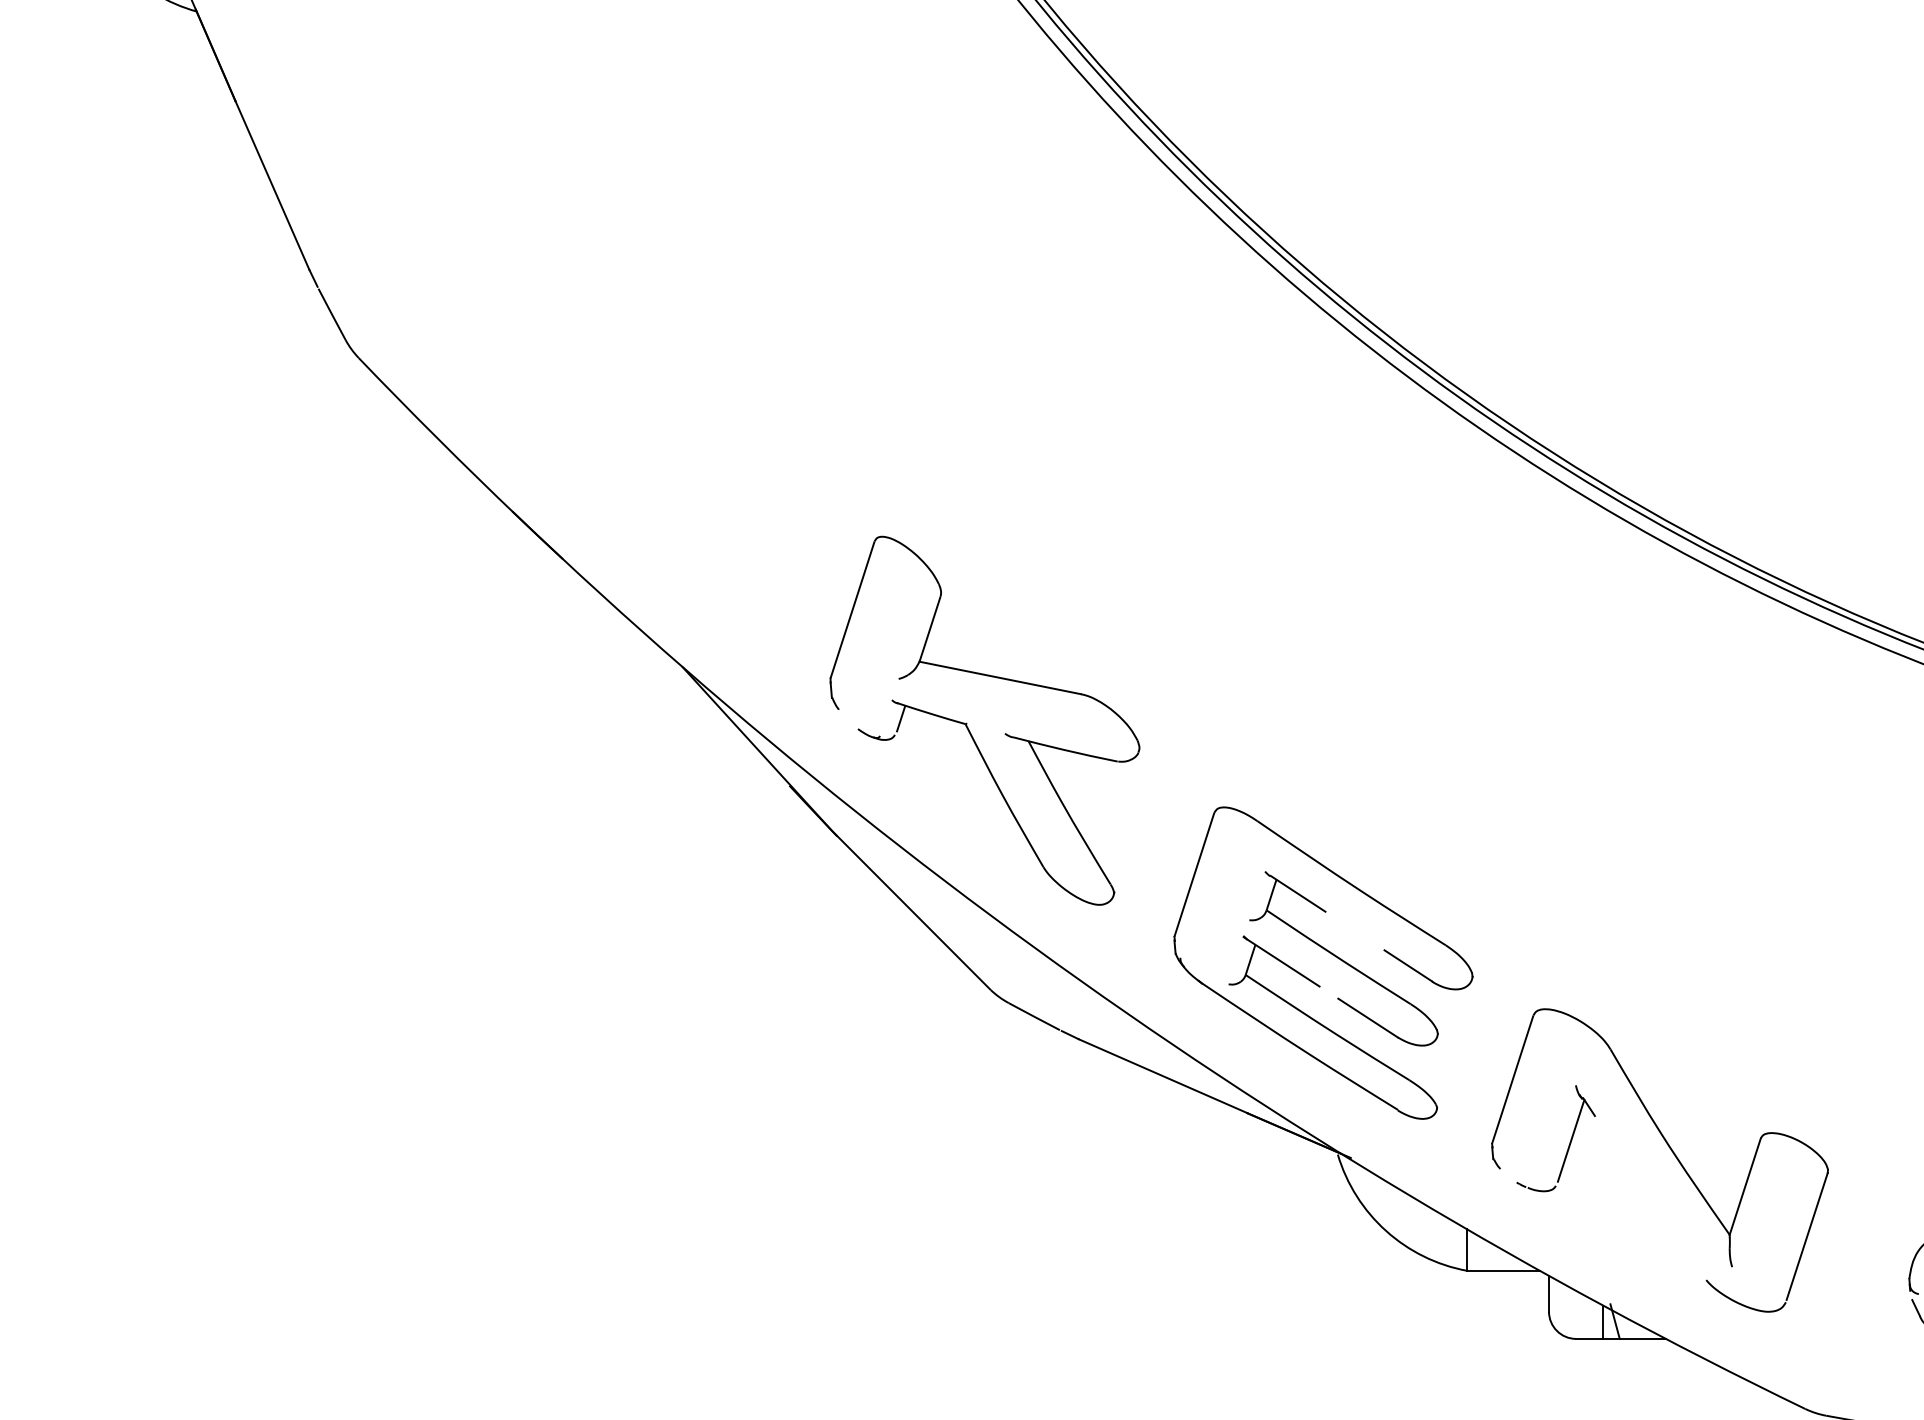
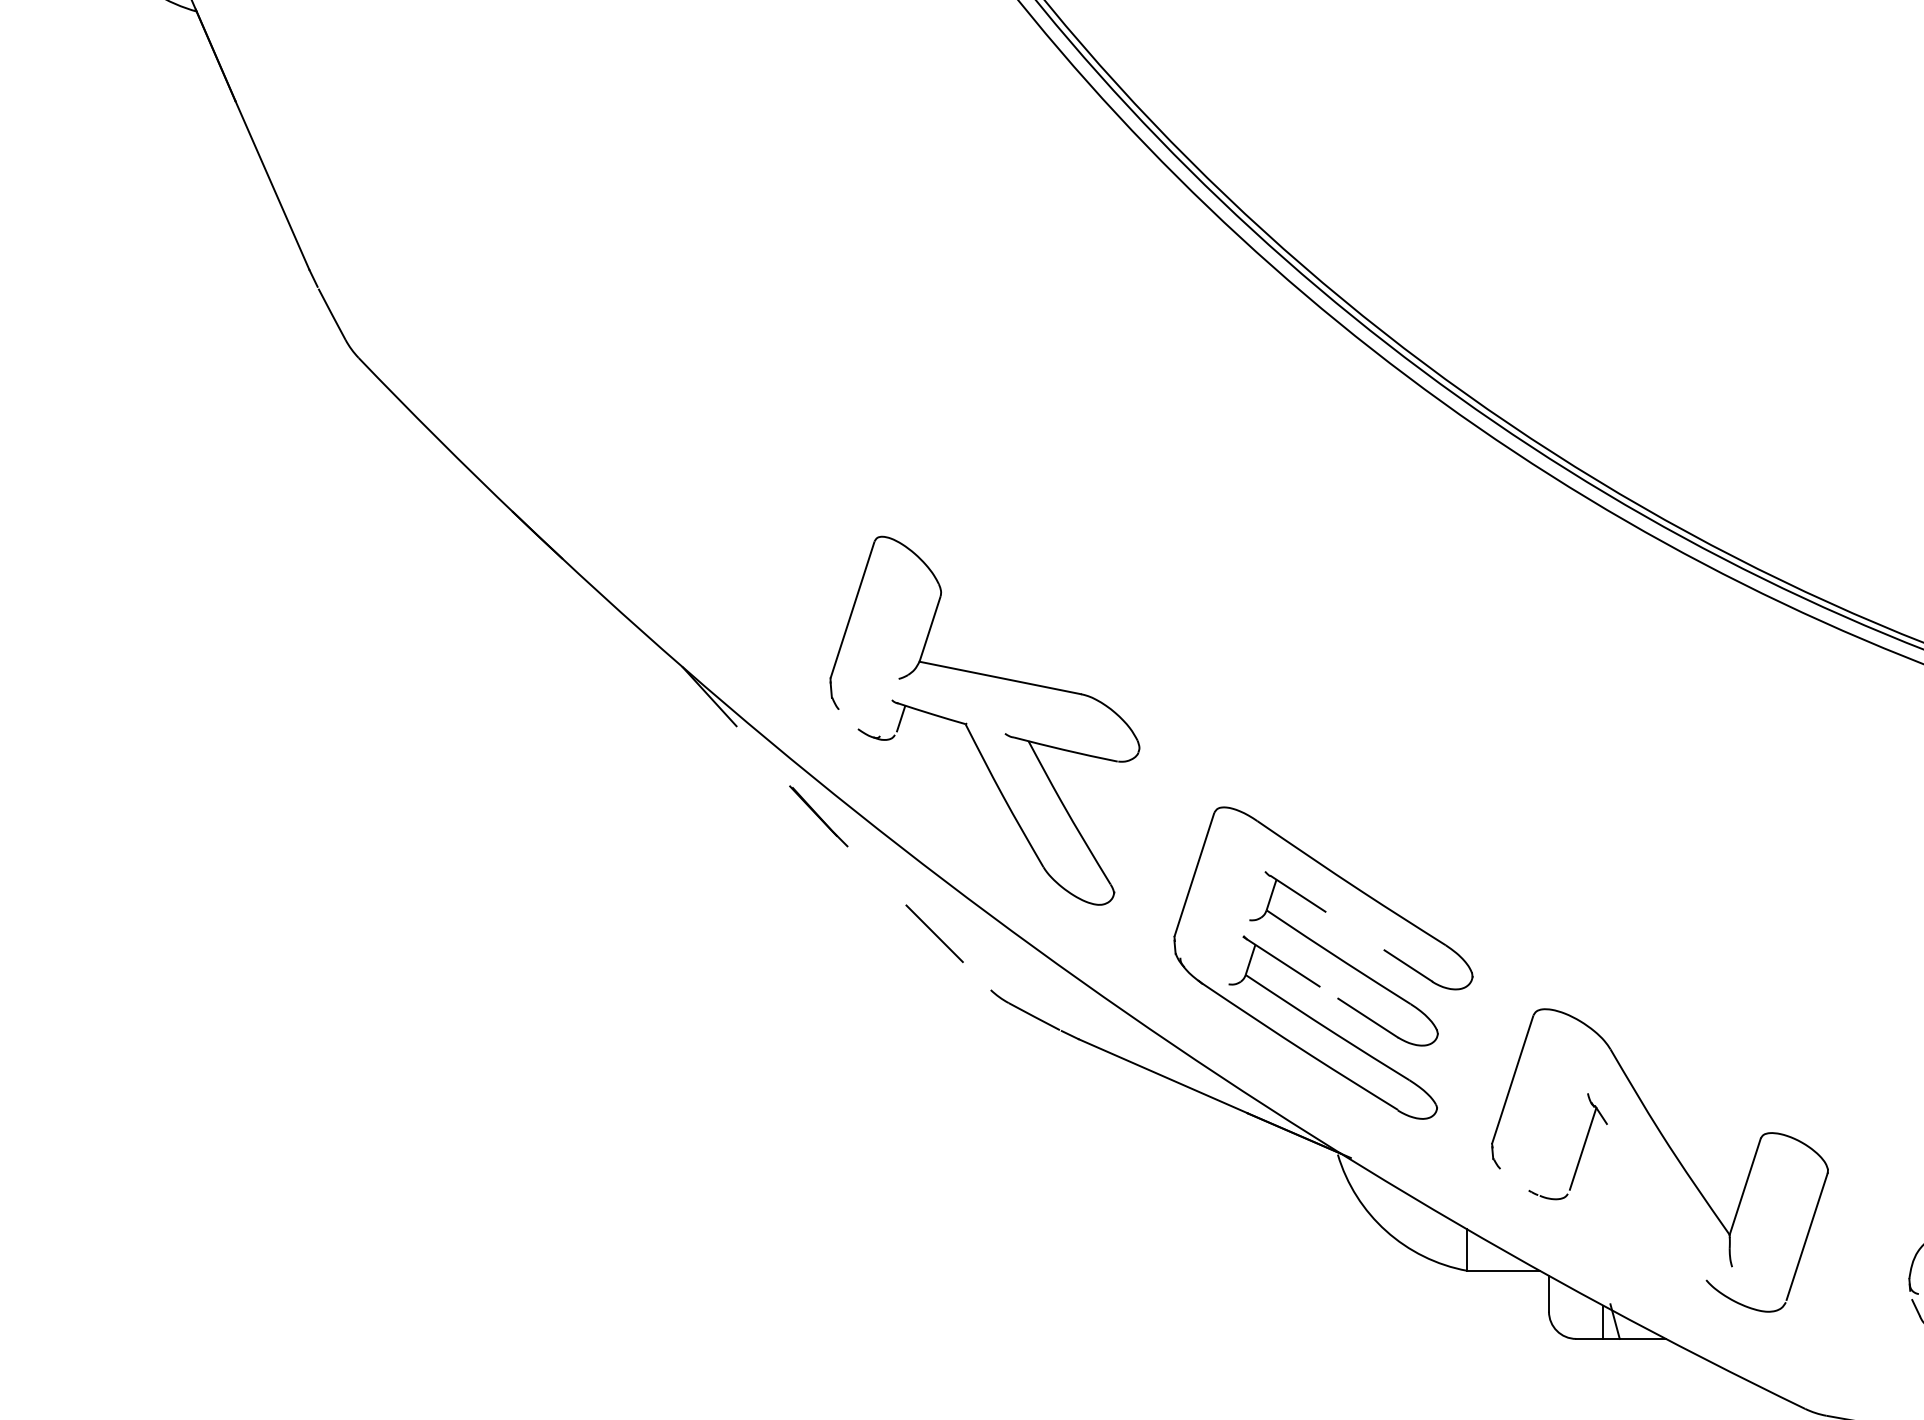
line at (832, 831): solid -> dashed
part at (1569, 1142) position: (1569, 1142) -> (1581, 1150)
